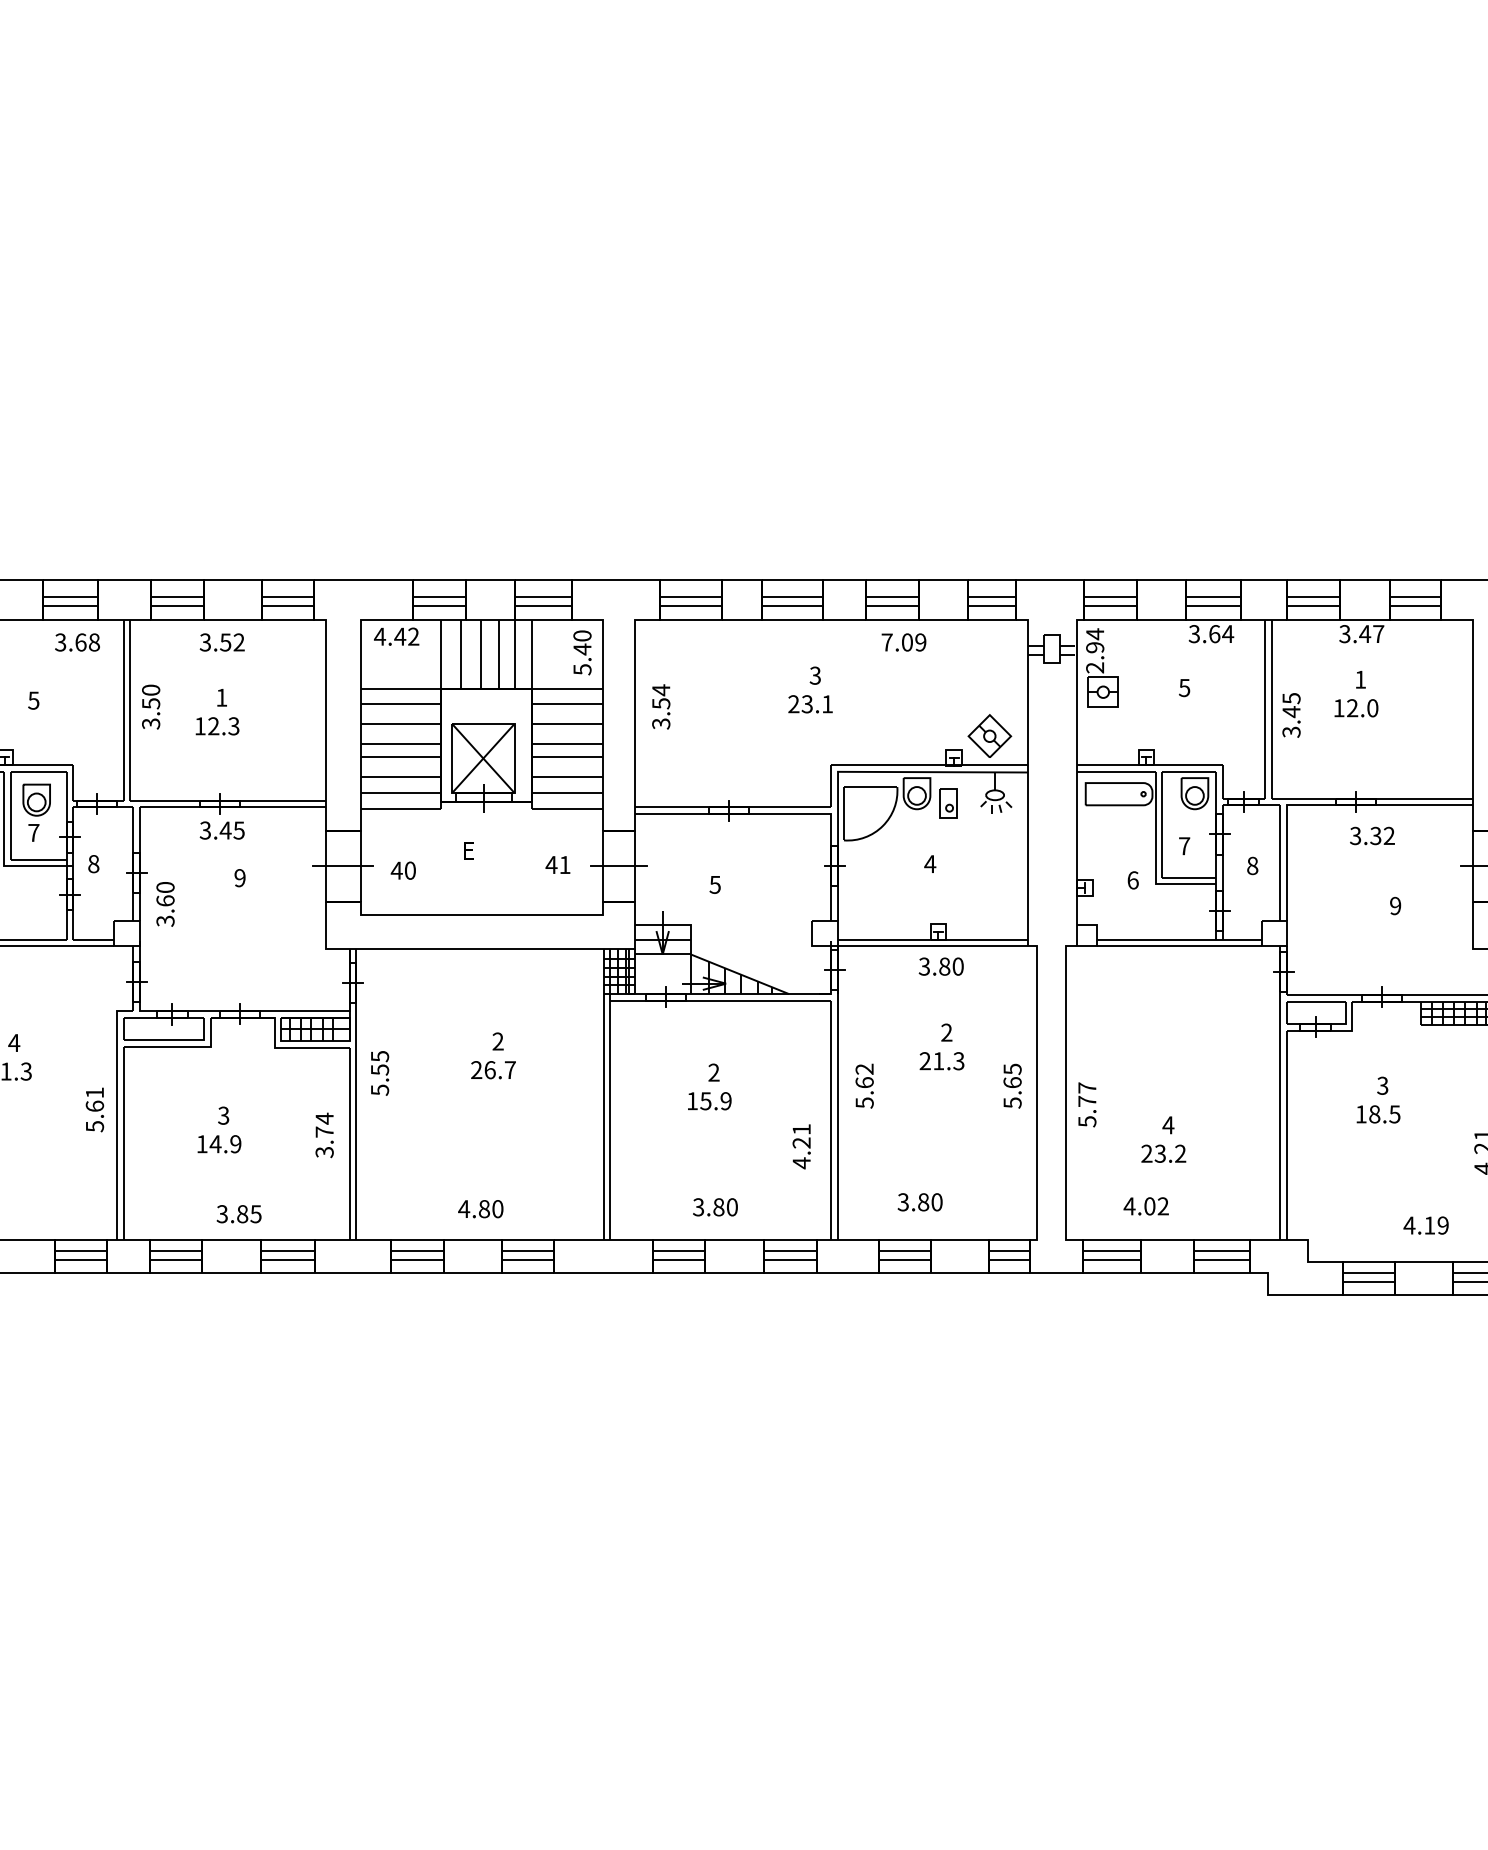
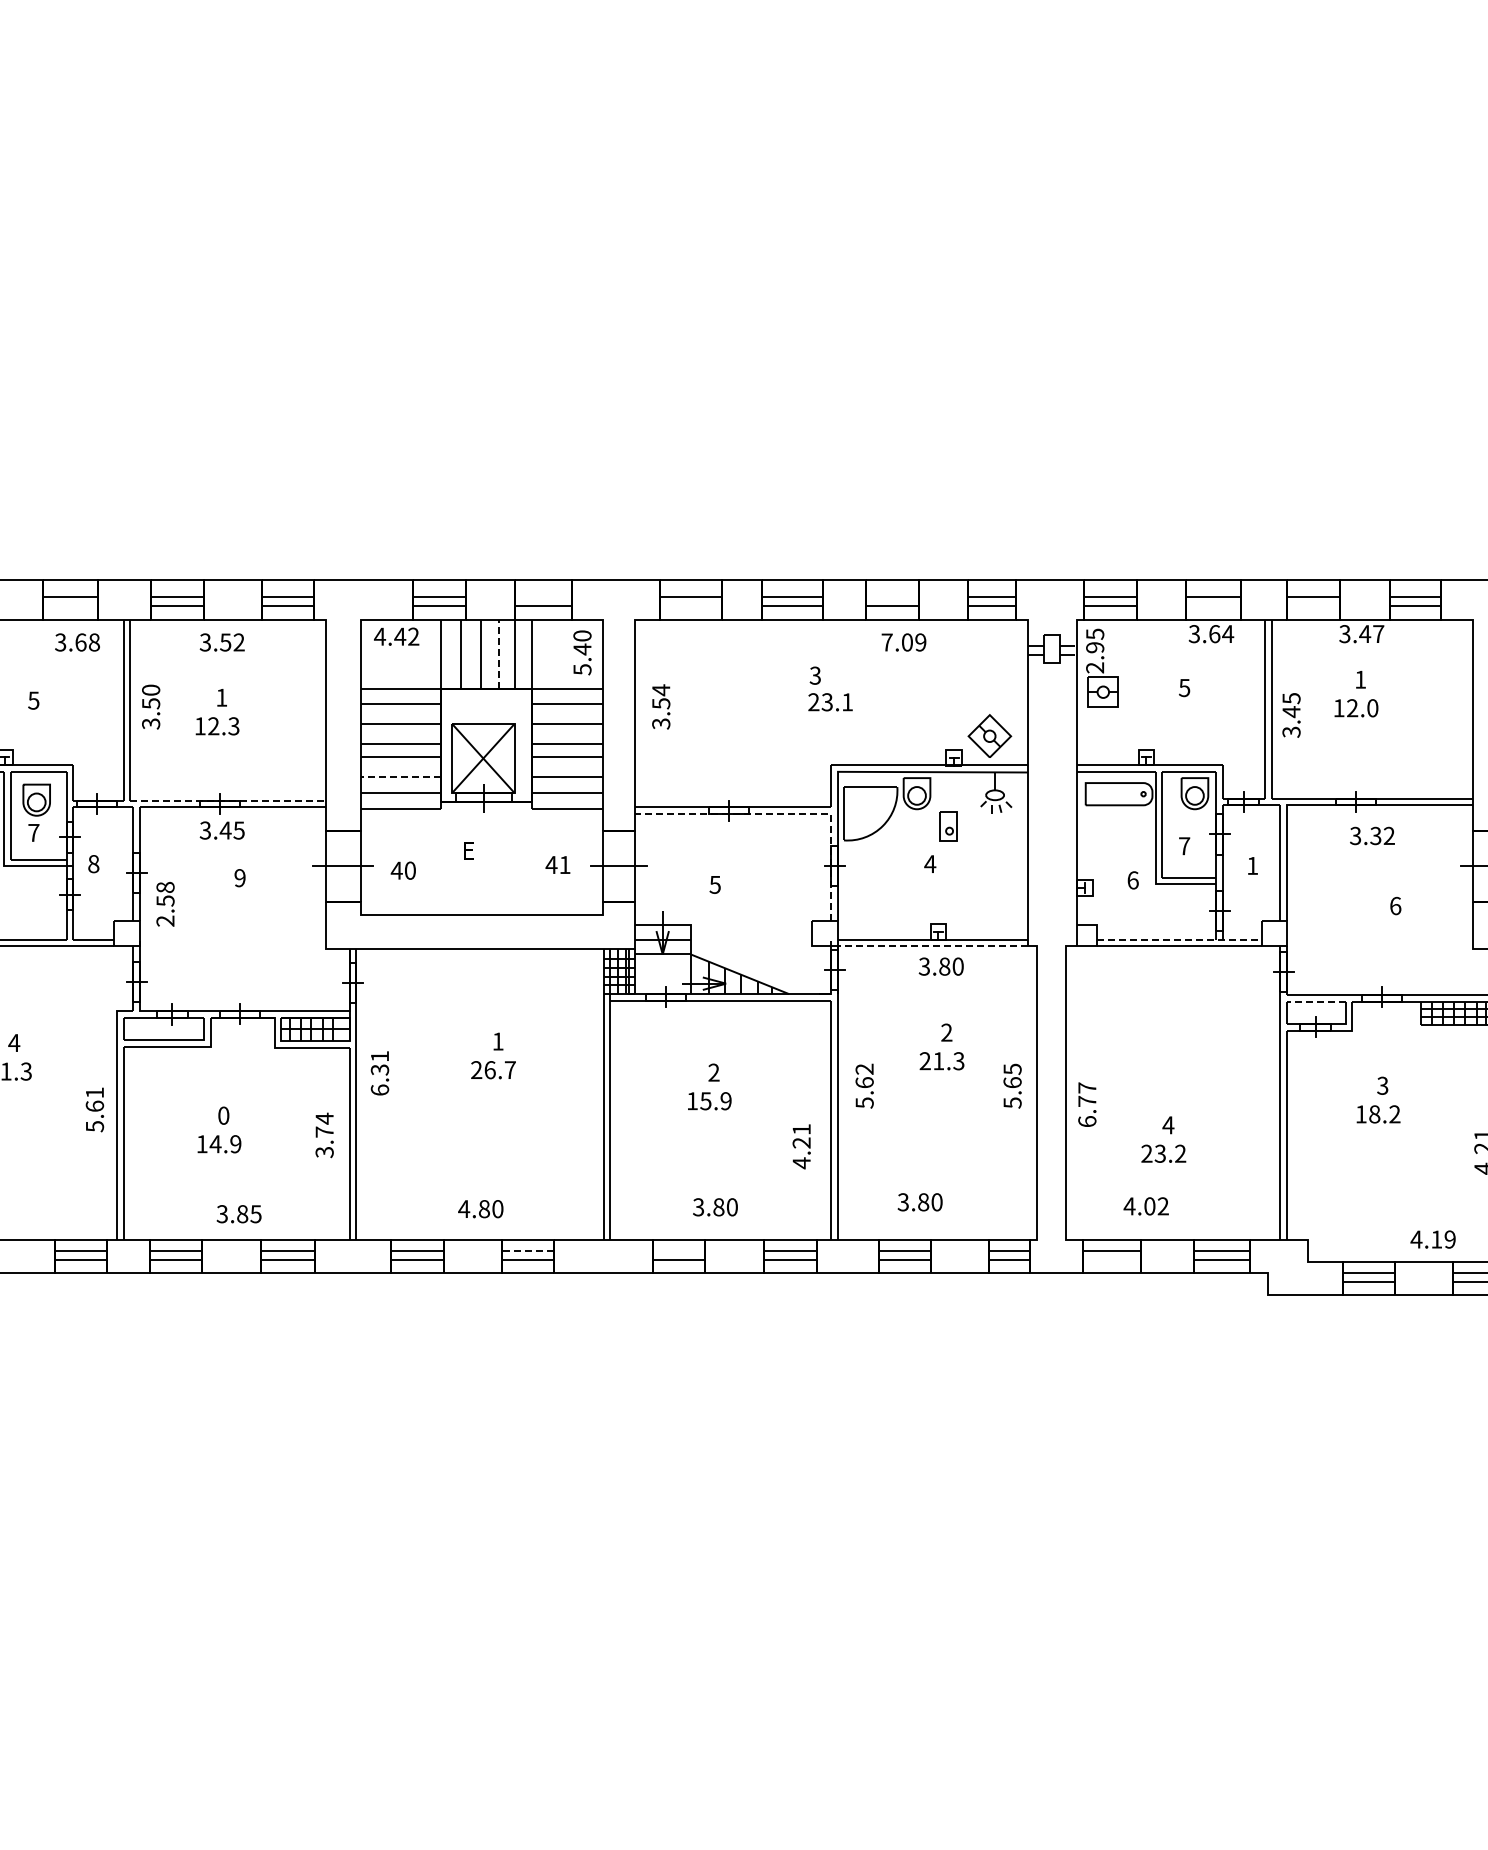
line at (543, 597): present -> none
line at (891, 597): present -> none
line at (69, 606): present -> none
line at (690, 606): present -> none
line at (1213, 606): present -> none
line at (1313, 606): present -> none
text at (1095, 634): 2.94 -> 2.95
line at (498, 653): solid -> dashed
text at (810, 704) position: (810, 704) -> (830, 702)
line at (400, 777): solid -> dashed
line at (227, 800): solid -> dashed
part at (948, 803) position: (948, 803) -> (948, 826)
line at (786, 814): solid -> dashed
text at (1252, 865): 8 -> 1
text at (165, 903): 3.60 -> 2.58
text at (1395, 905): 9 -> 6
line at (1179, 939): solid -> dashed
line at (932, 946): solid -> dashed
line at (1315, 1001): solid -> dashed
text at (497, 1041): 2 -> 1
text at (379, 1073): 5.55 -> 6.31
text at (1394, 1114): 18.5 -> 18.2
text at (223, 1115): 3 -> 0
text at (1087, 1121): 5.77 -> 6.77
text at (1425, 1225) position: (1425, 1225) -> (1432, 1239)
line at (528, 1251): solid -> dashed
line at (679, 1251): present -> none
line at (1112, 1259): present -> none
